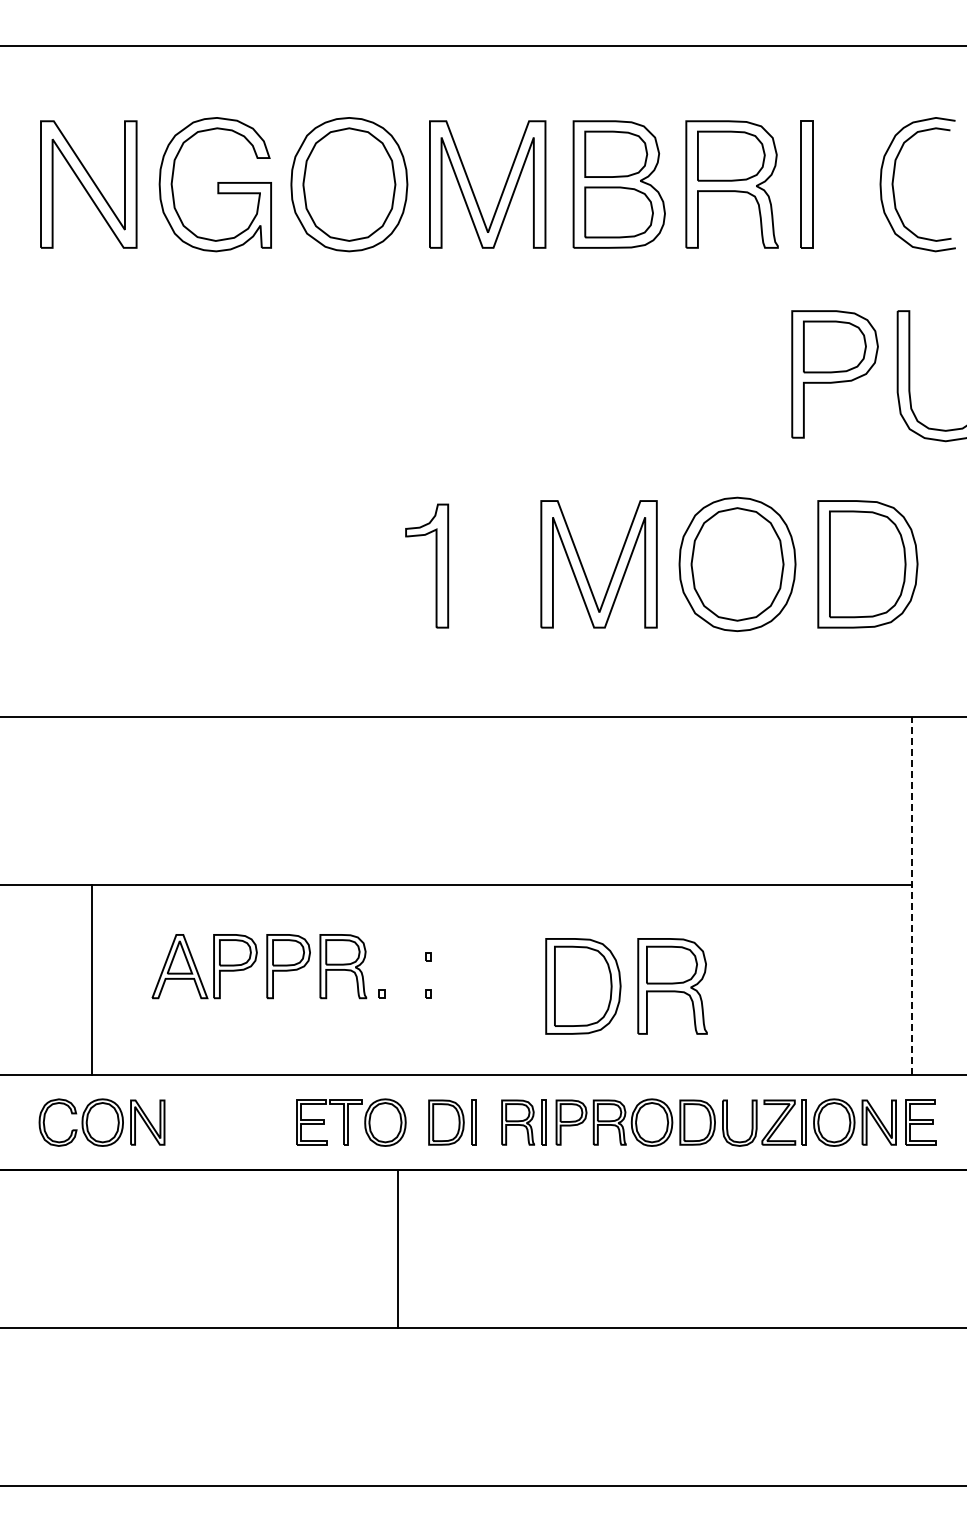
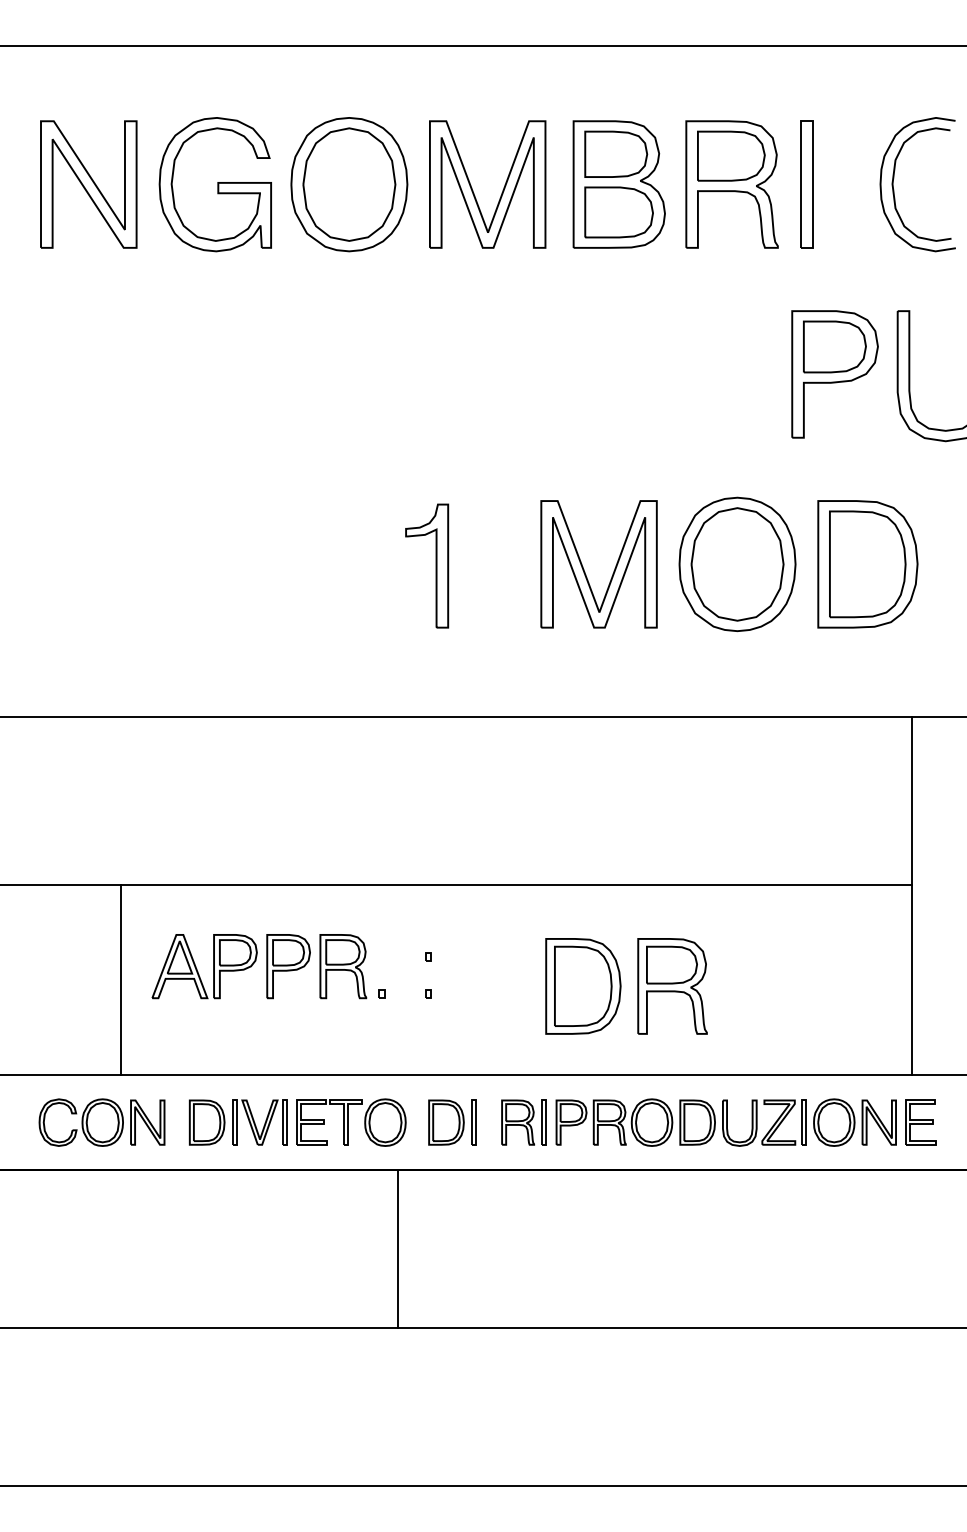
line at (912, 895): dashed -> solid
line at (92, 979) position: (92, 979) -> (121, 979)
part at (237, 1122): none -> present
